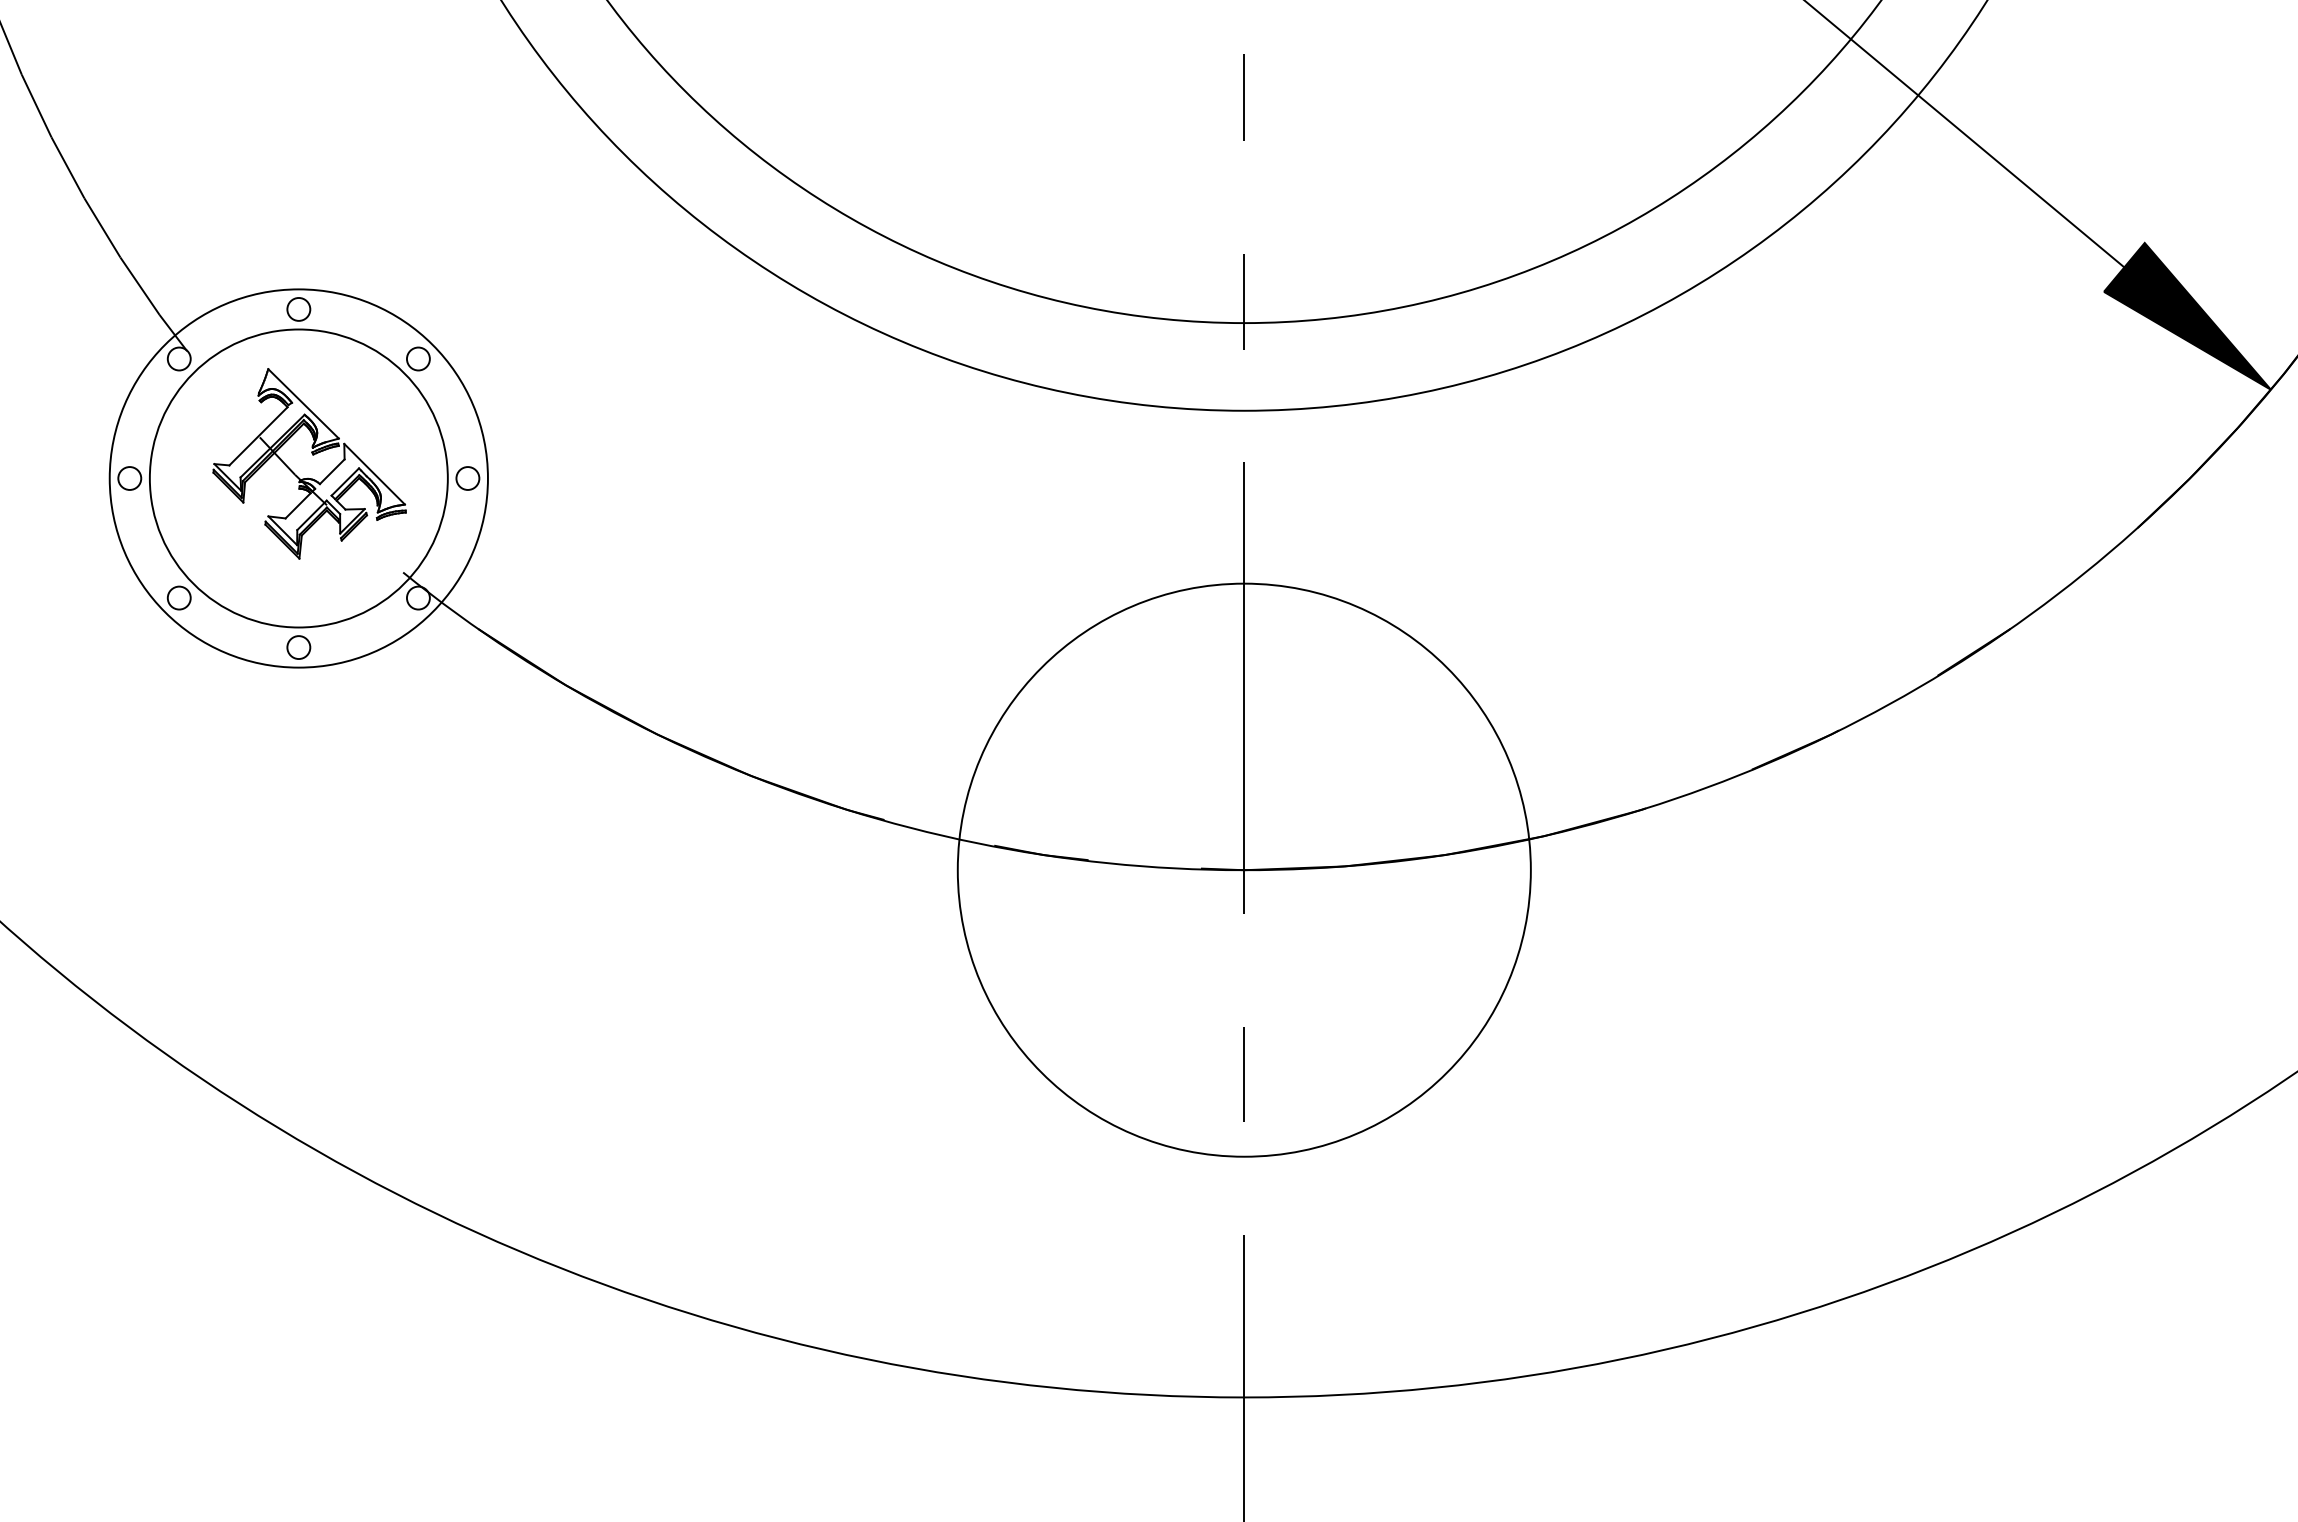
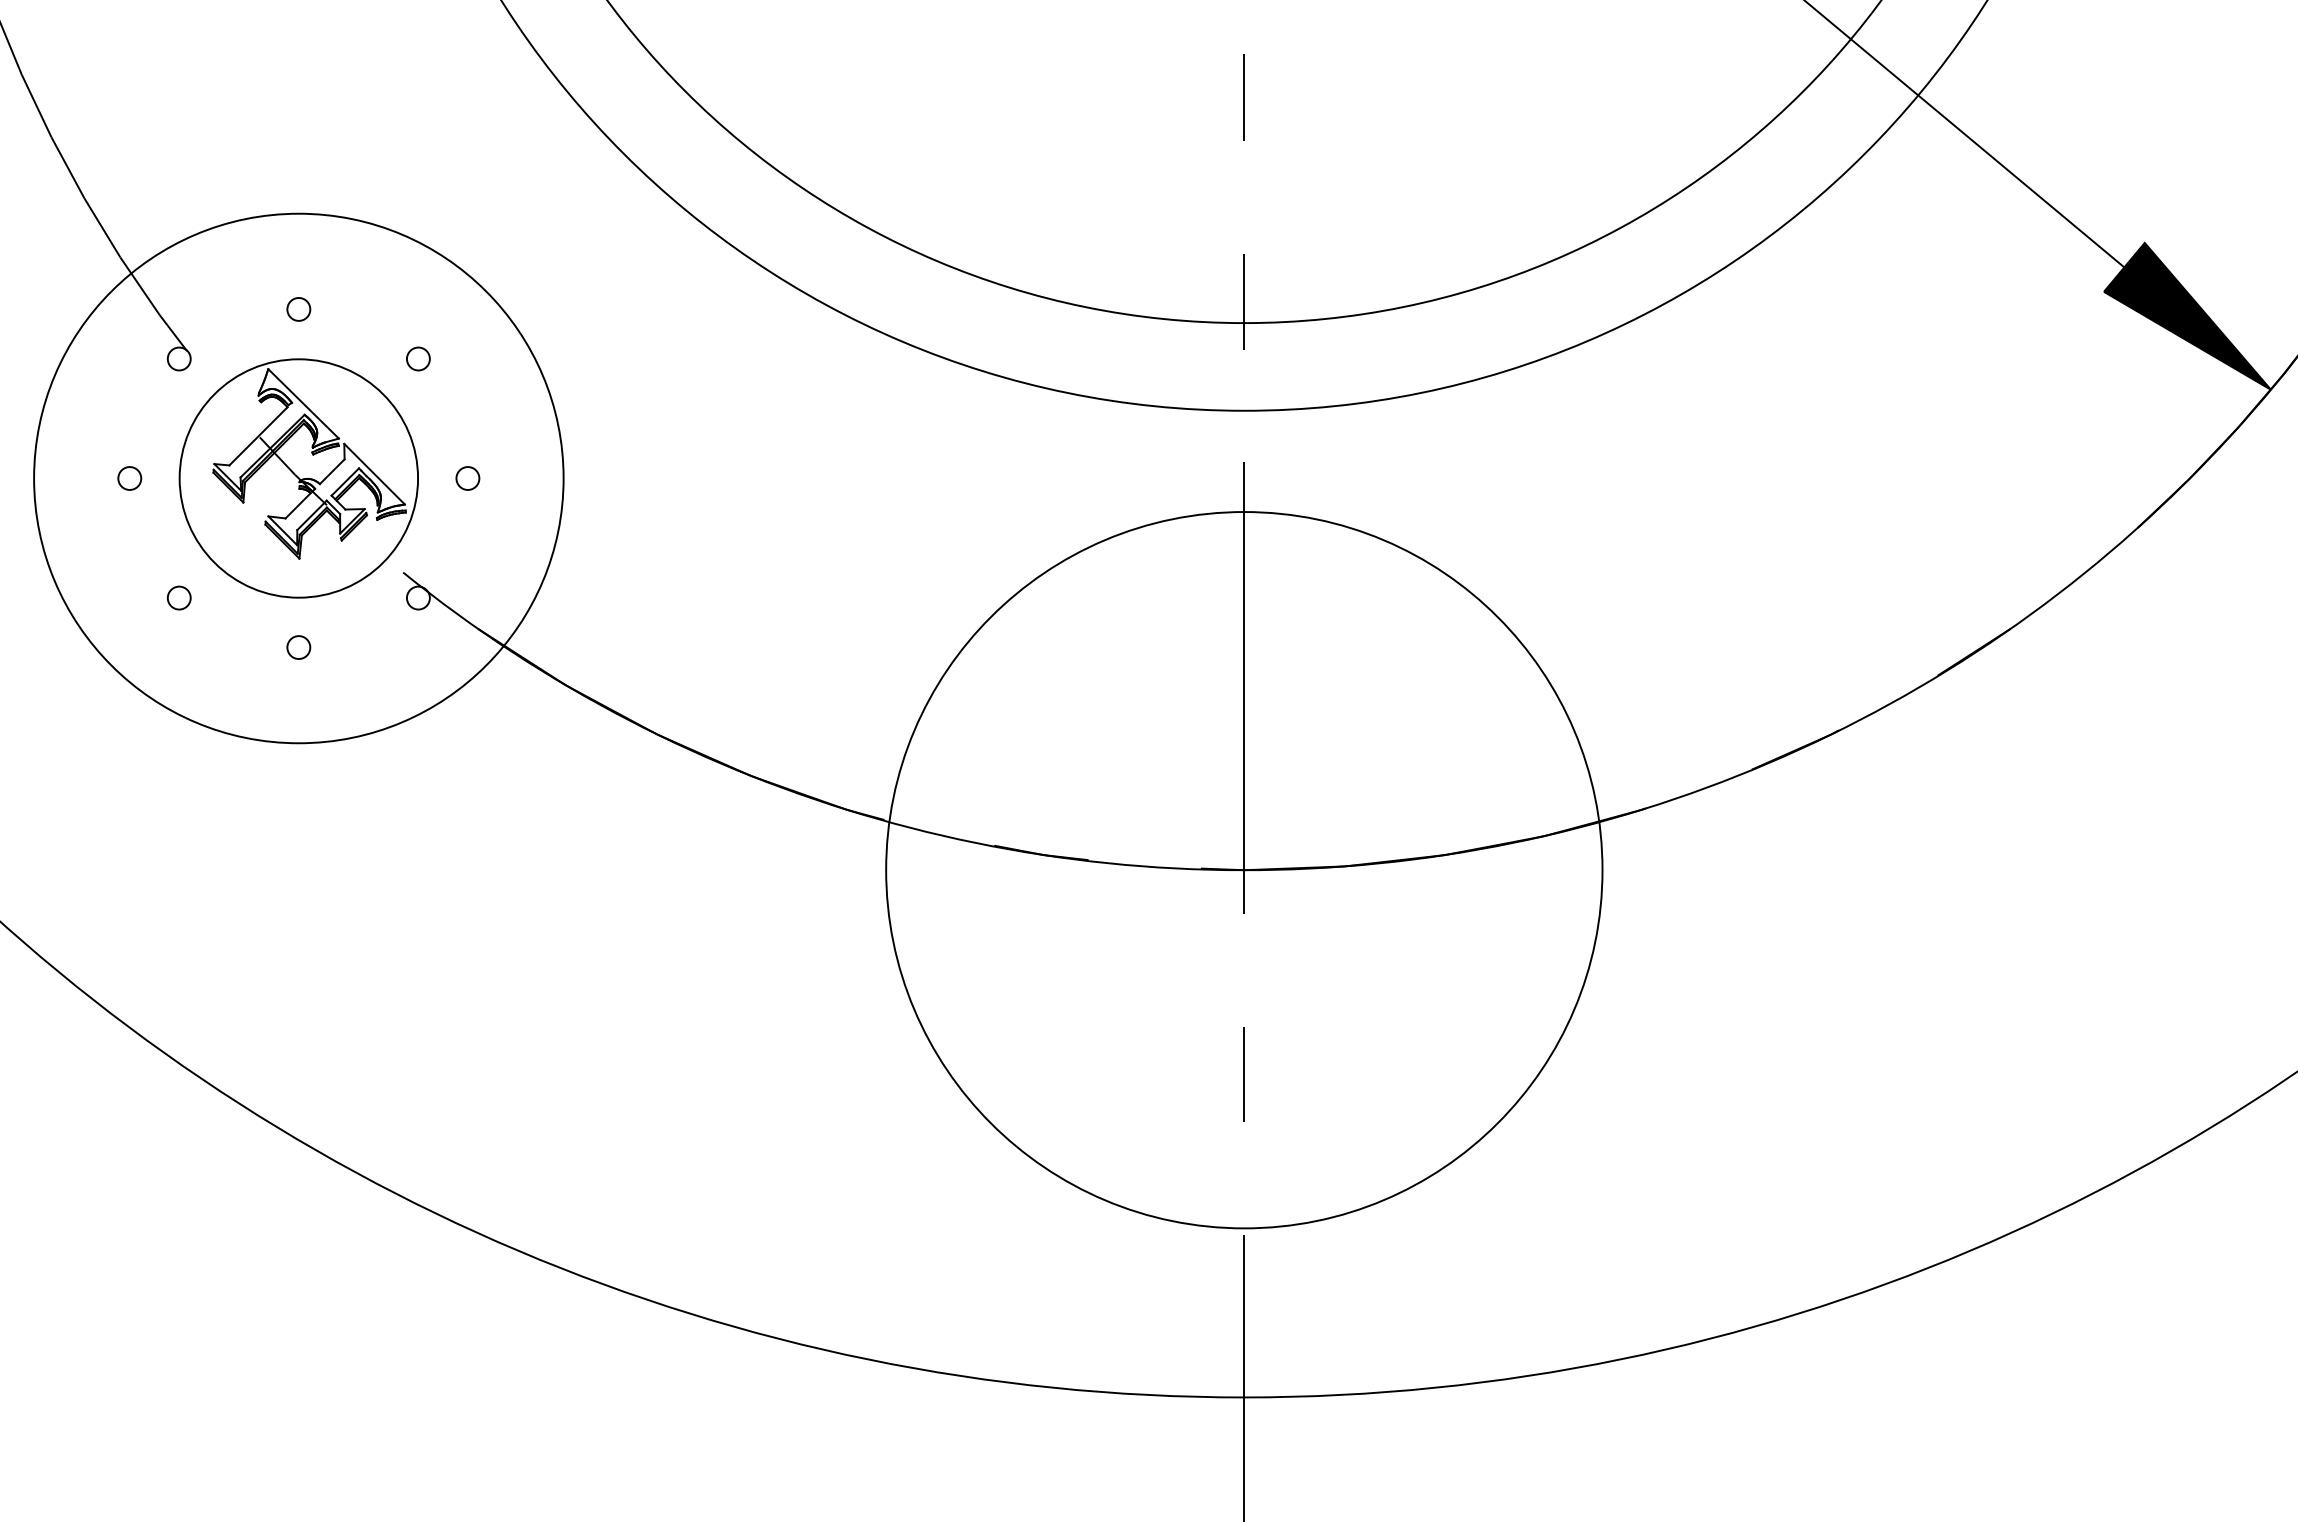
circle at (298, 478) diameter: 298 px -> 238 px
circle at (298, 478) diameter: 378 px -> 530 px
circle at (1243, 869) diameter: 573 px -> 716 px
